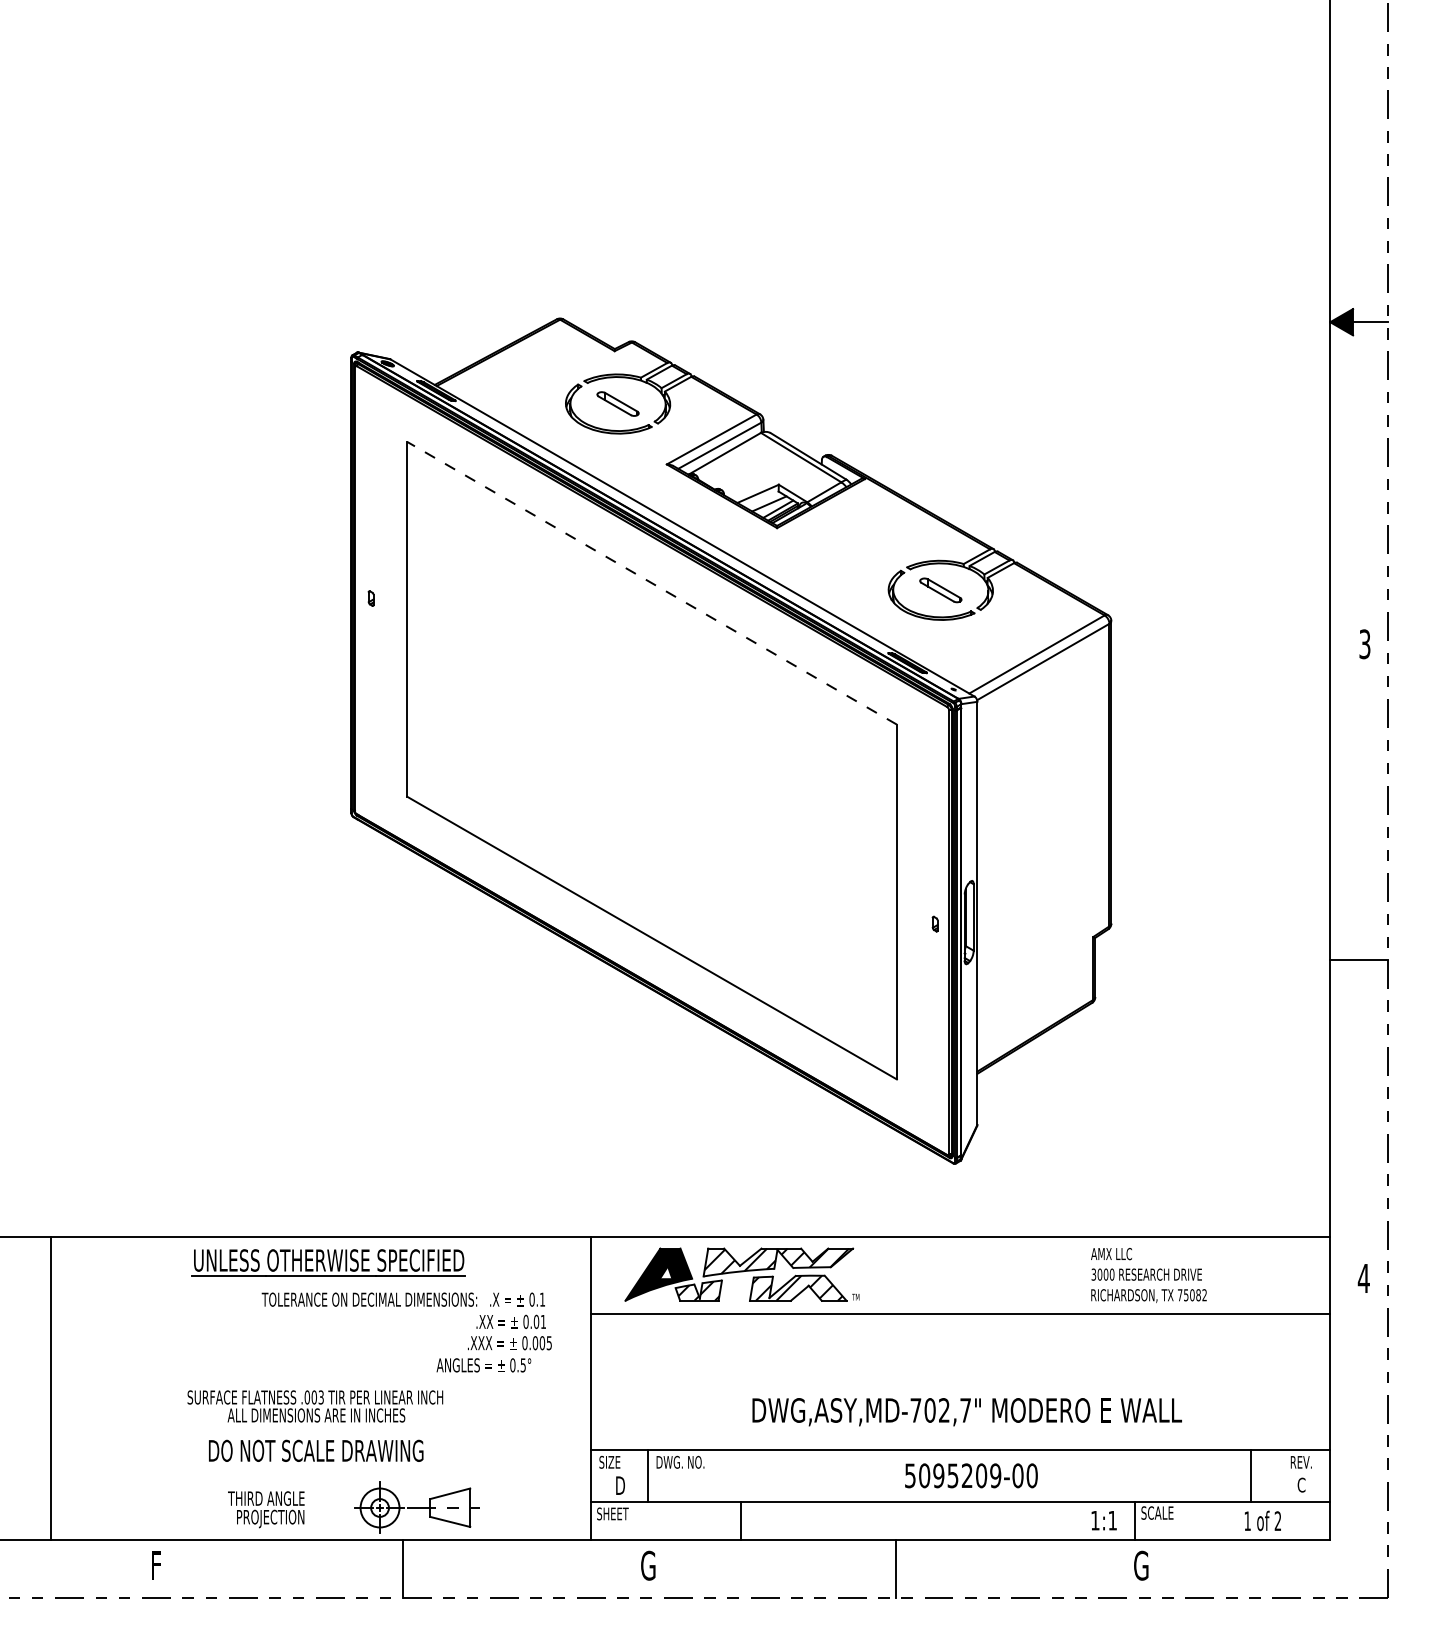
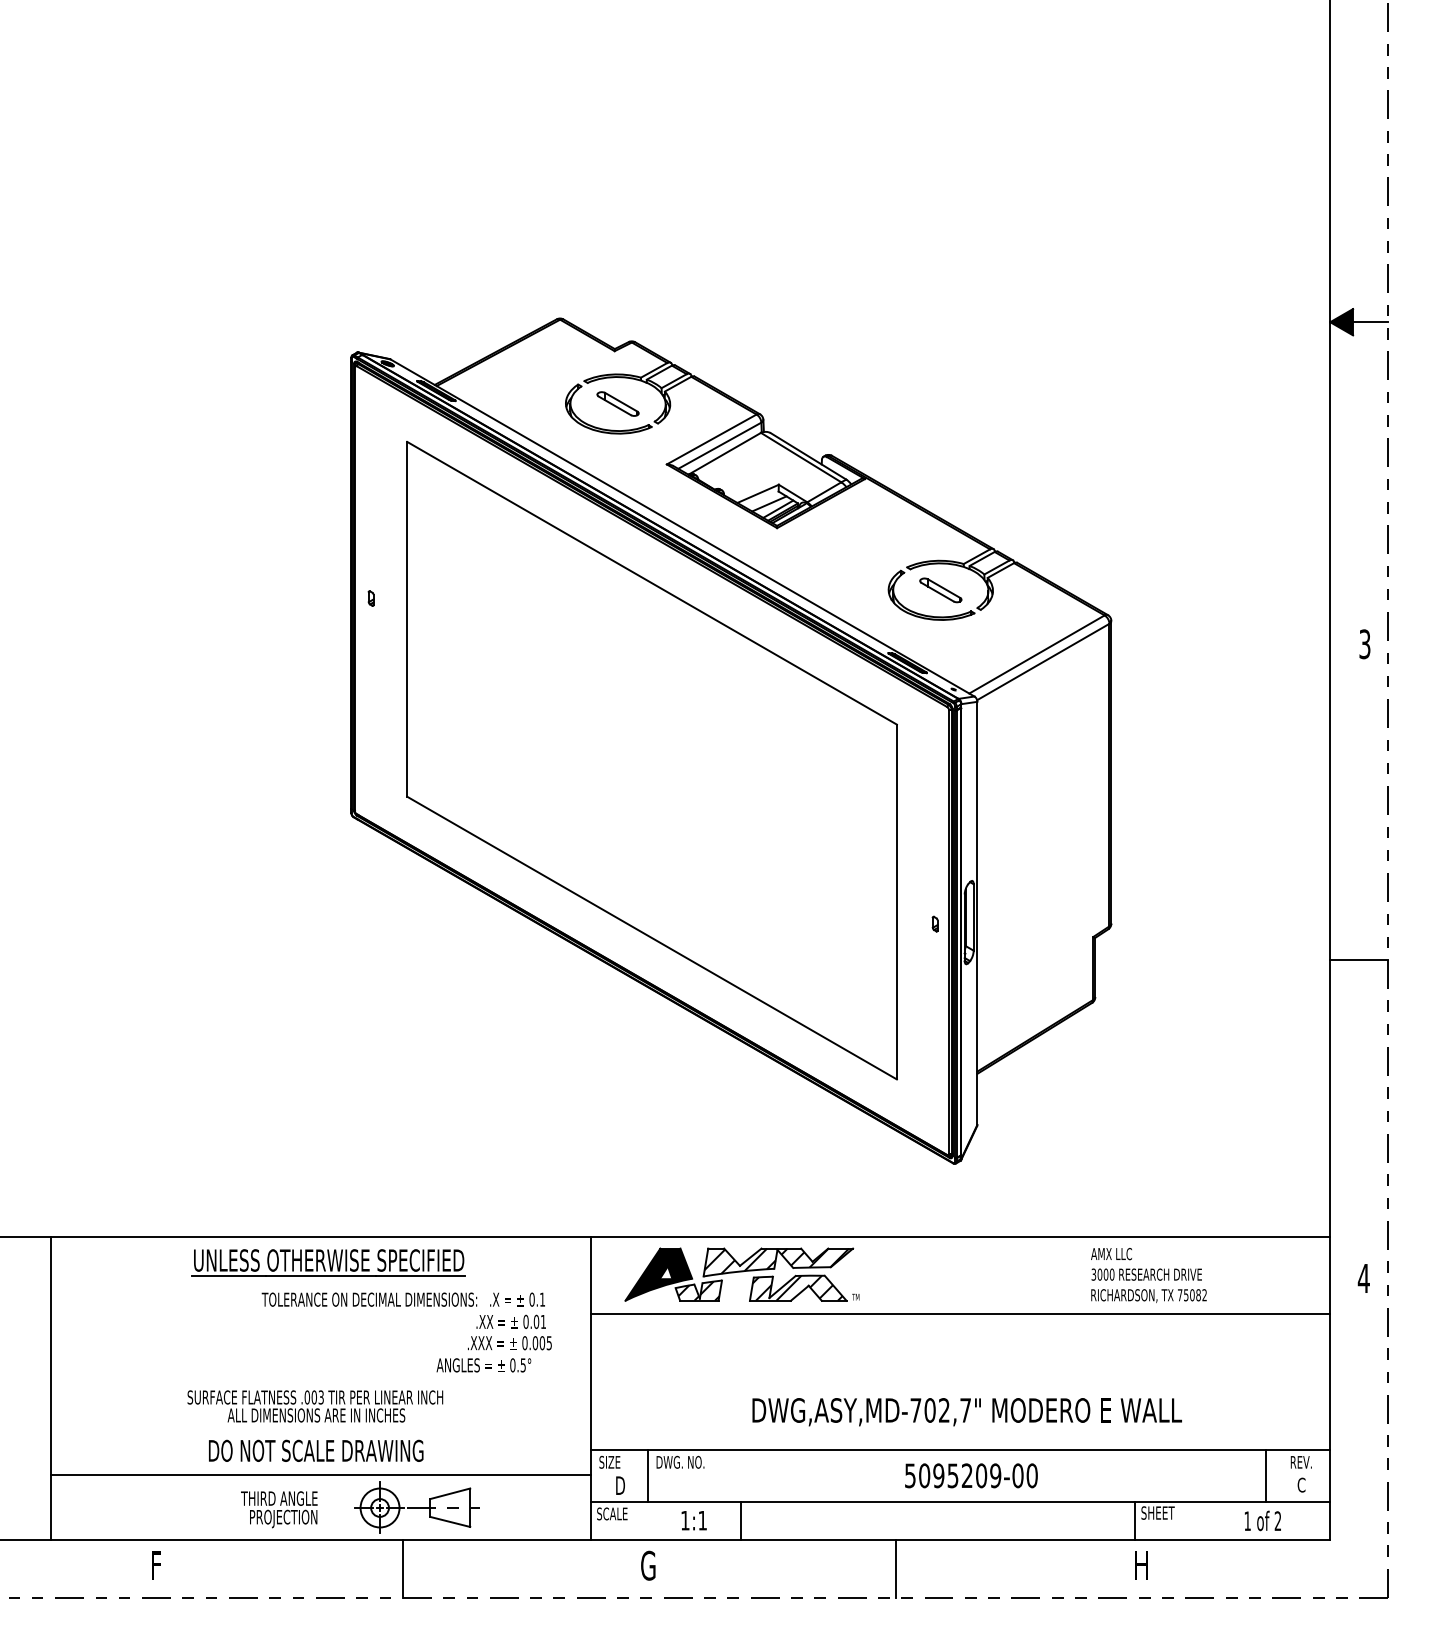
line at (652, 583): dashed -> solid
line at (320, 1475): none -> present
line at (1251, 1476) position: (1251, 1476) -> (1266, 1476)
text at (266, 1509) position: (266, 1509) -> (279, 1509)
text at (1161, 1512): SCALE -> SHEET
text at (615, 1513): SHEET -> SCALE
text at (1103, 1520) position: (1103, 1520) -> (693, 1520)
text at (1141, 1565): G -> H
